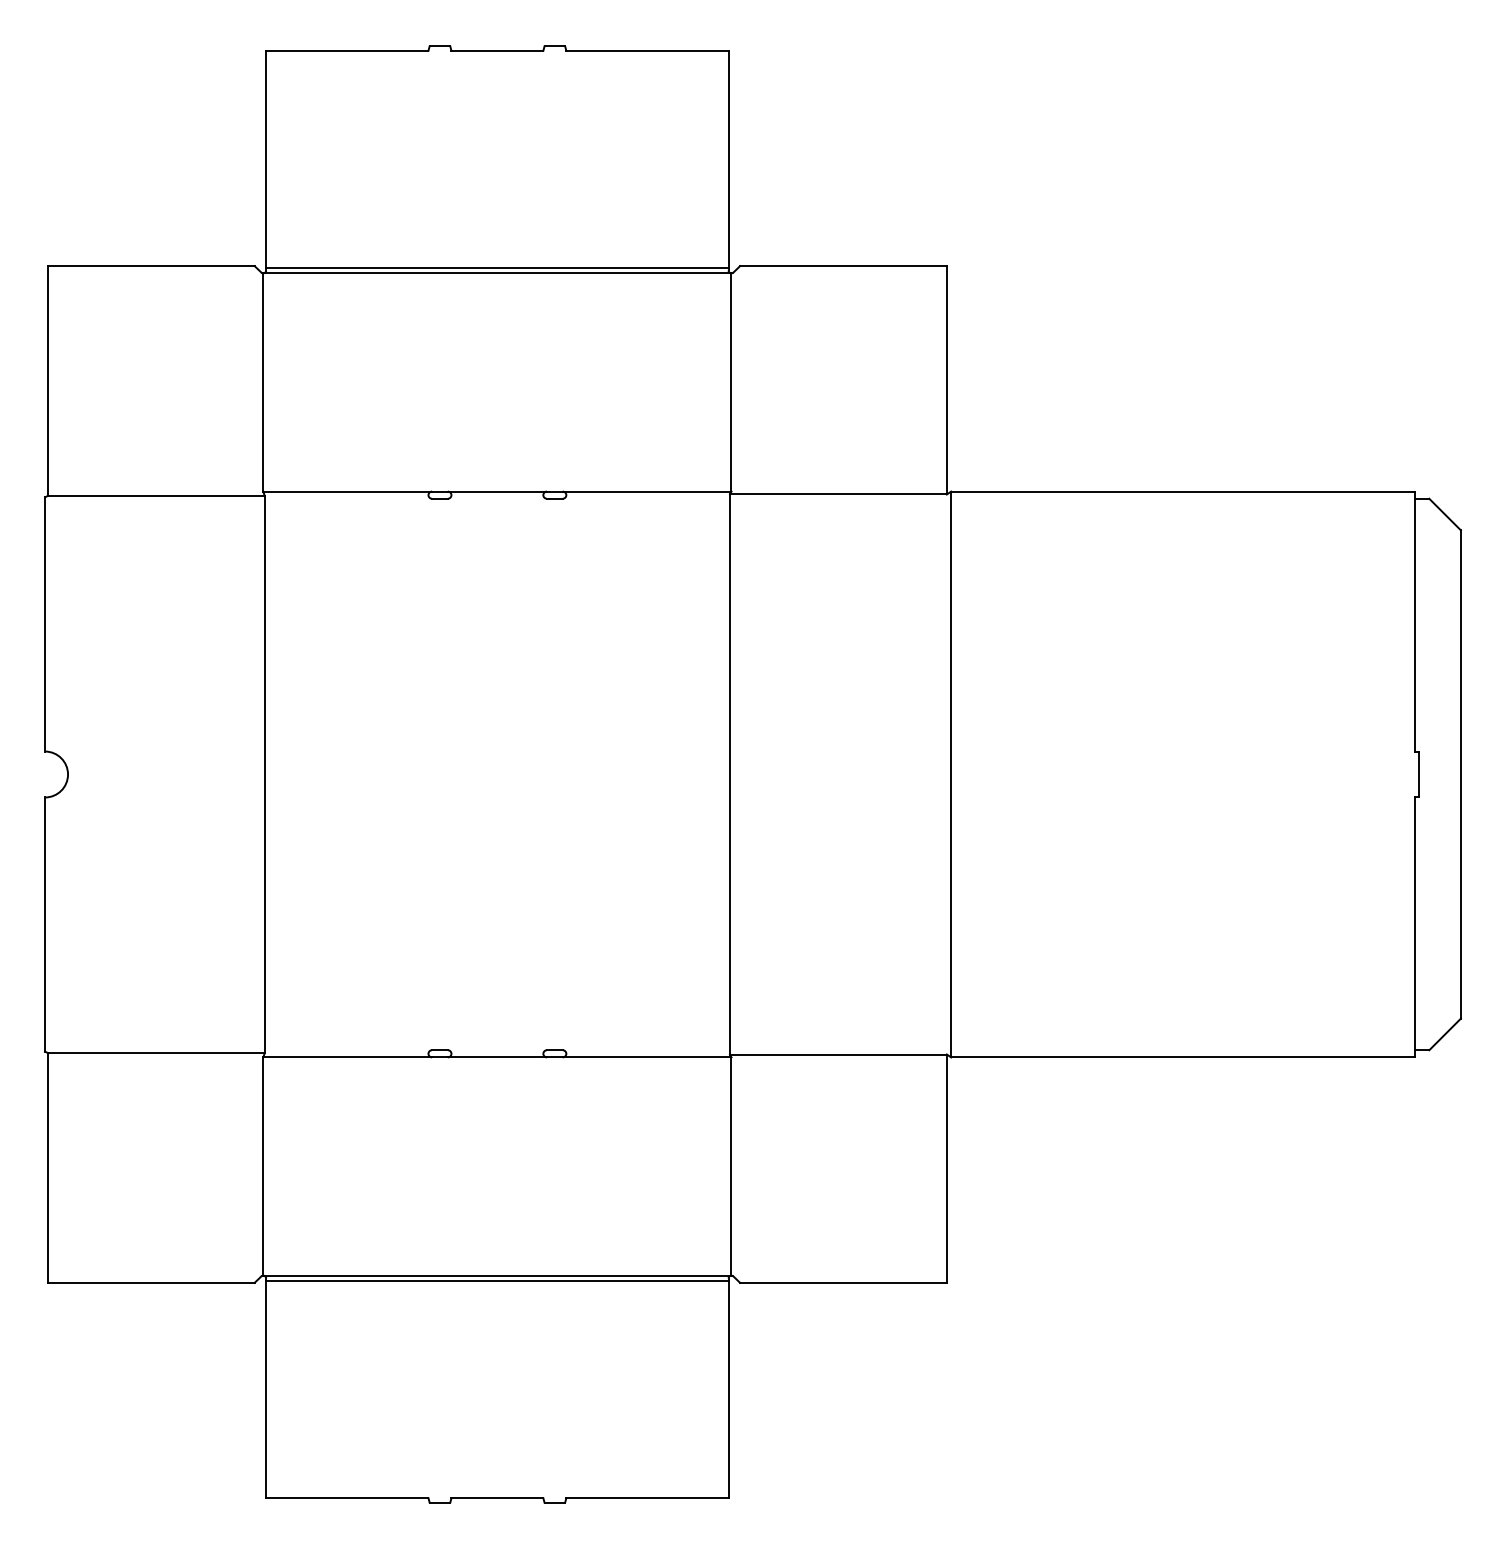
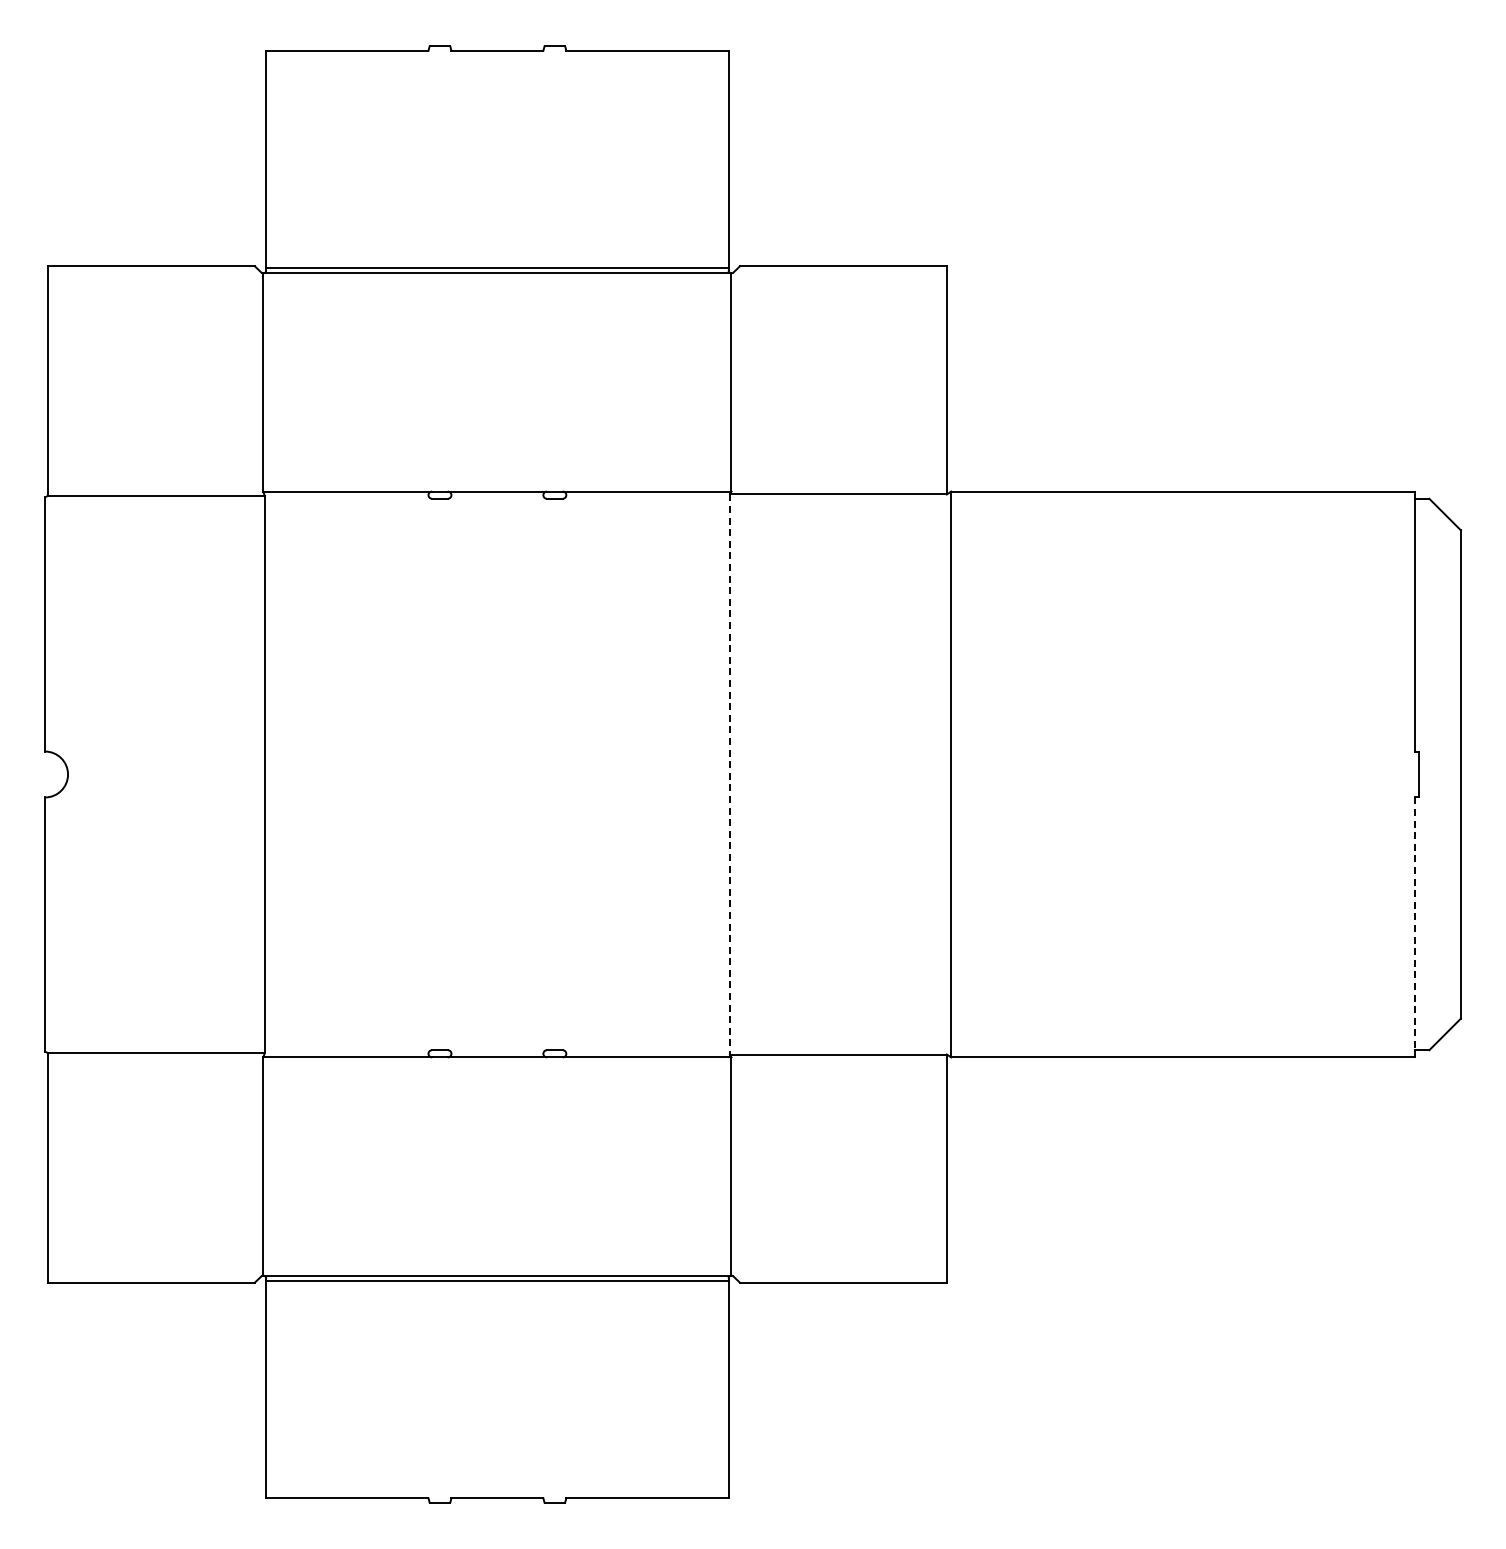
line at (730, 774): solid -> dashed
line at (1414, 924): solid -> dashed
